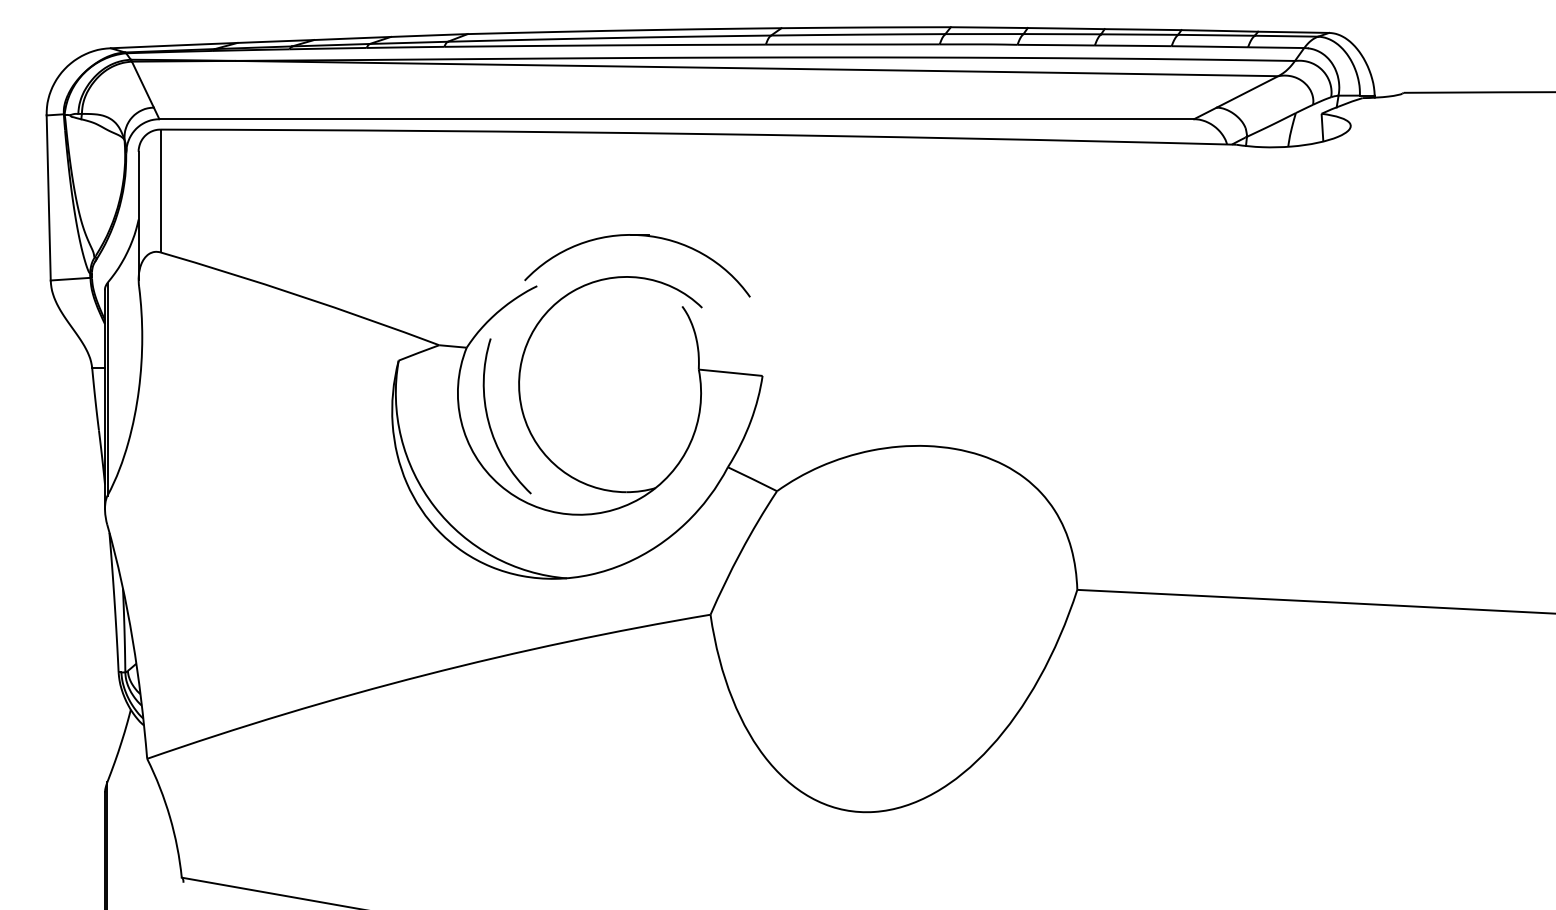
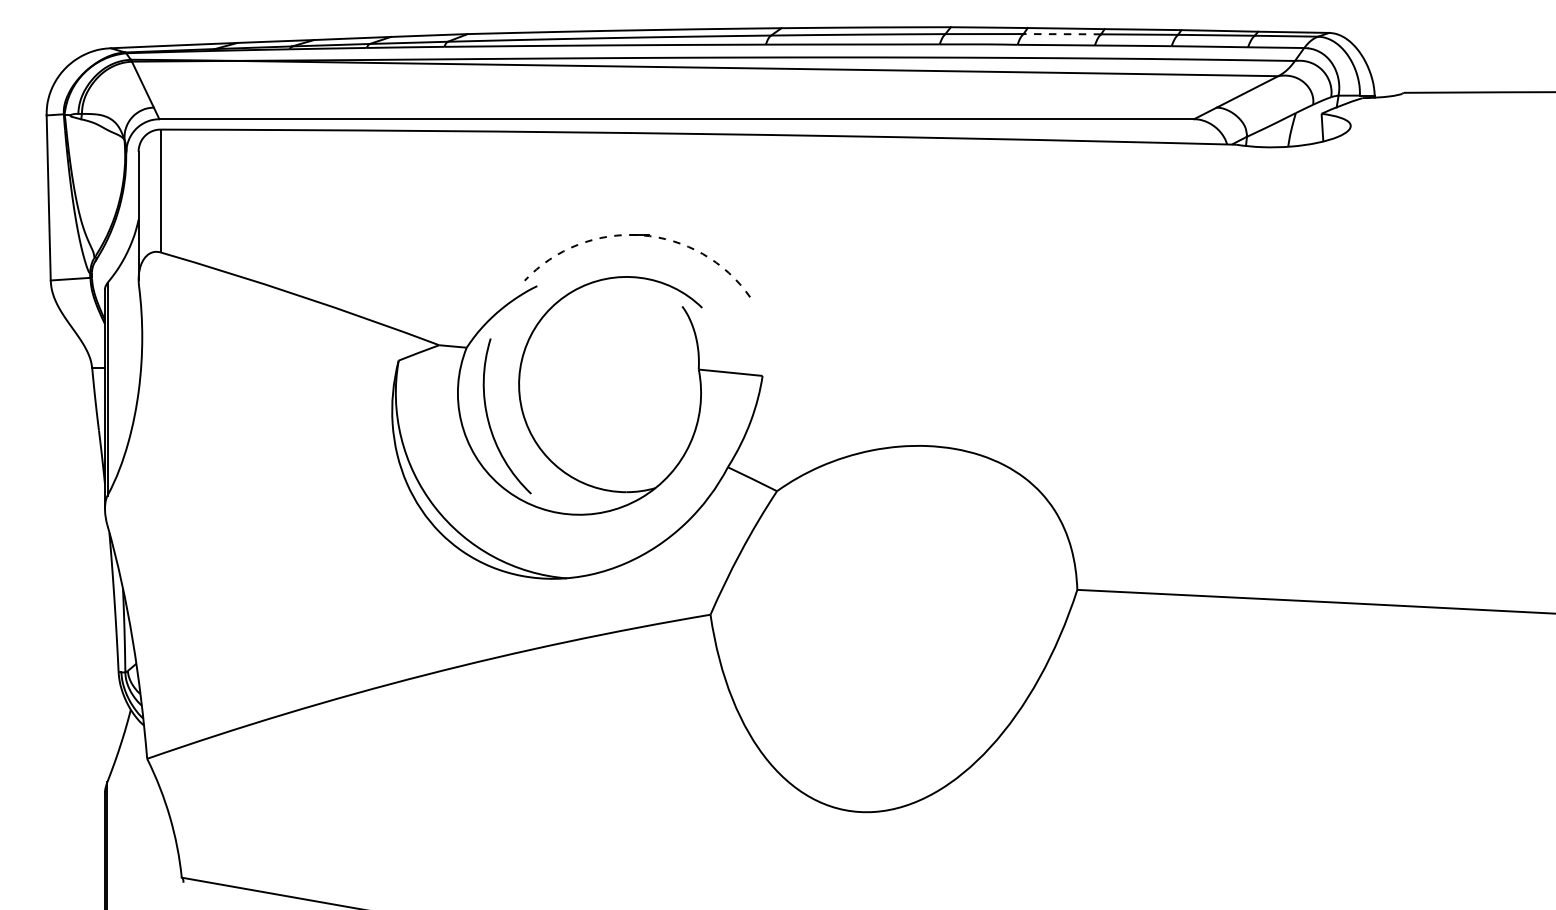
line at (1062, 34): solid -> dashed
arc at (641, 235): solid -> dashed
